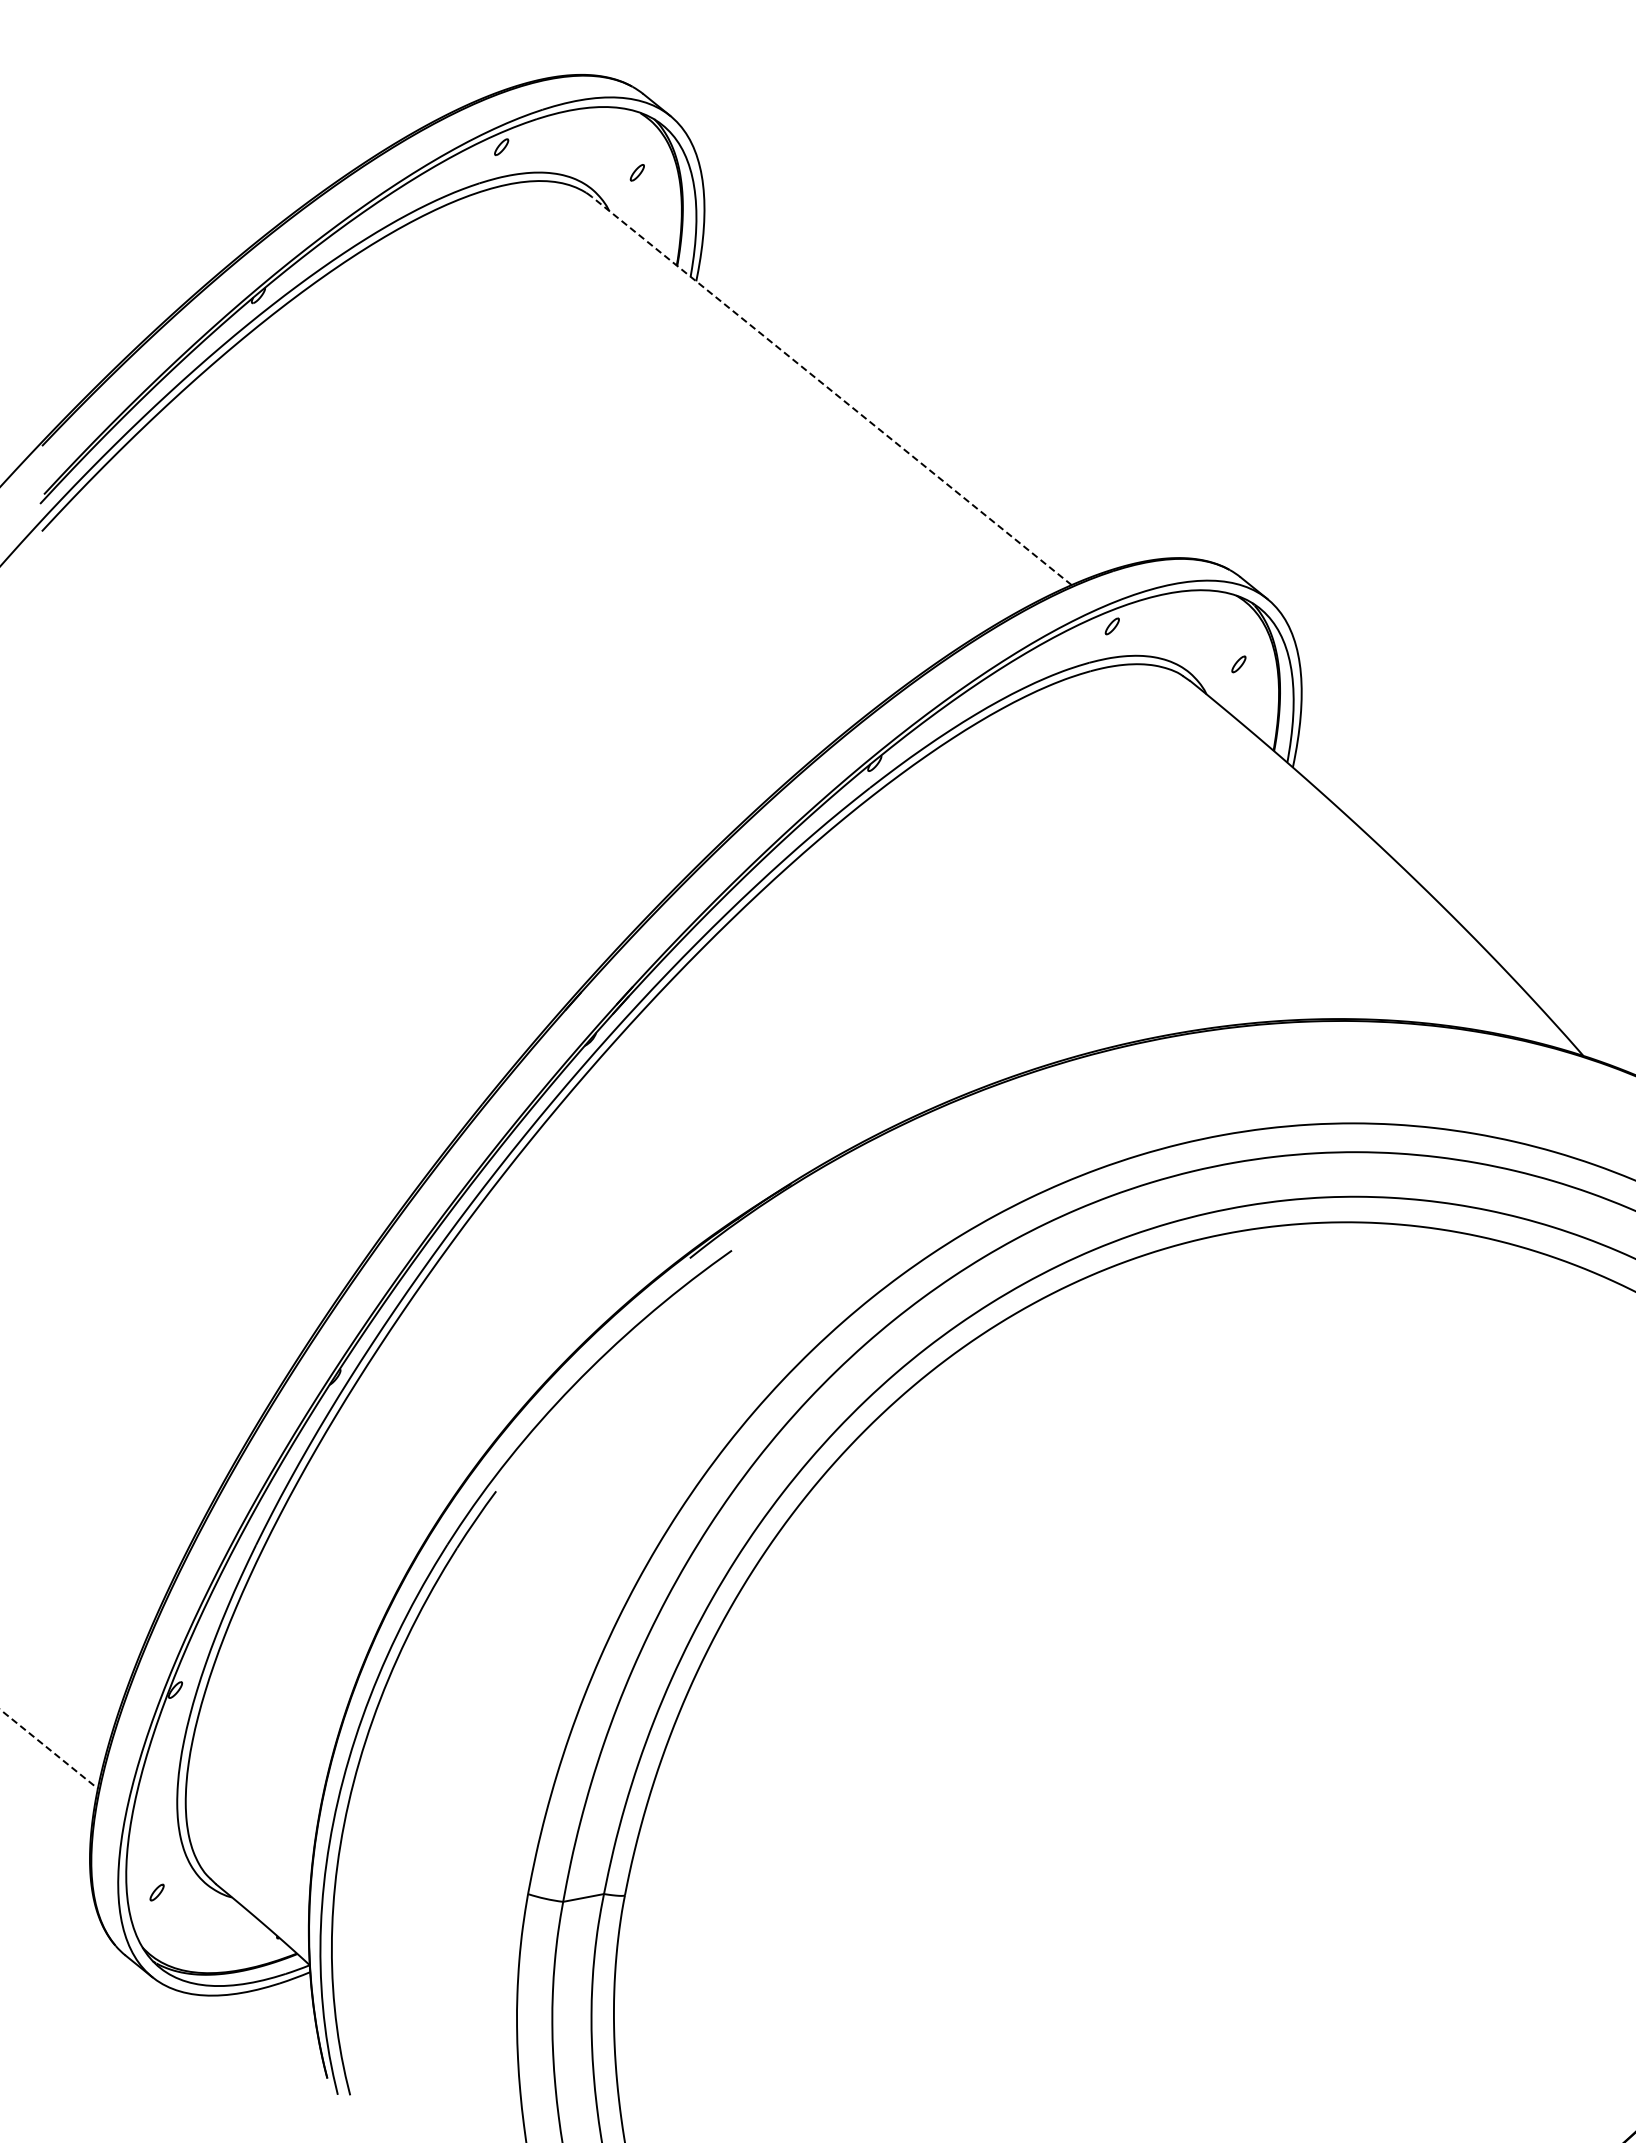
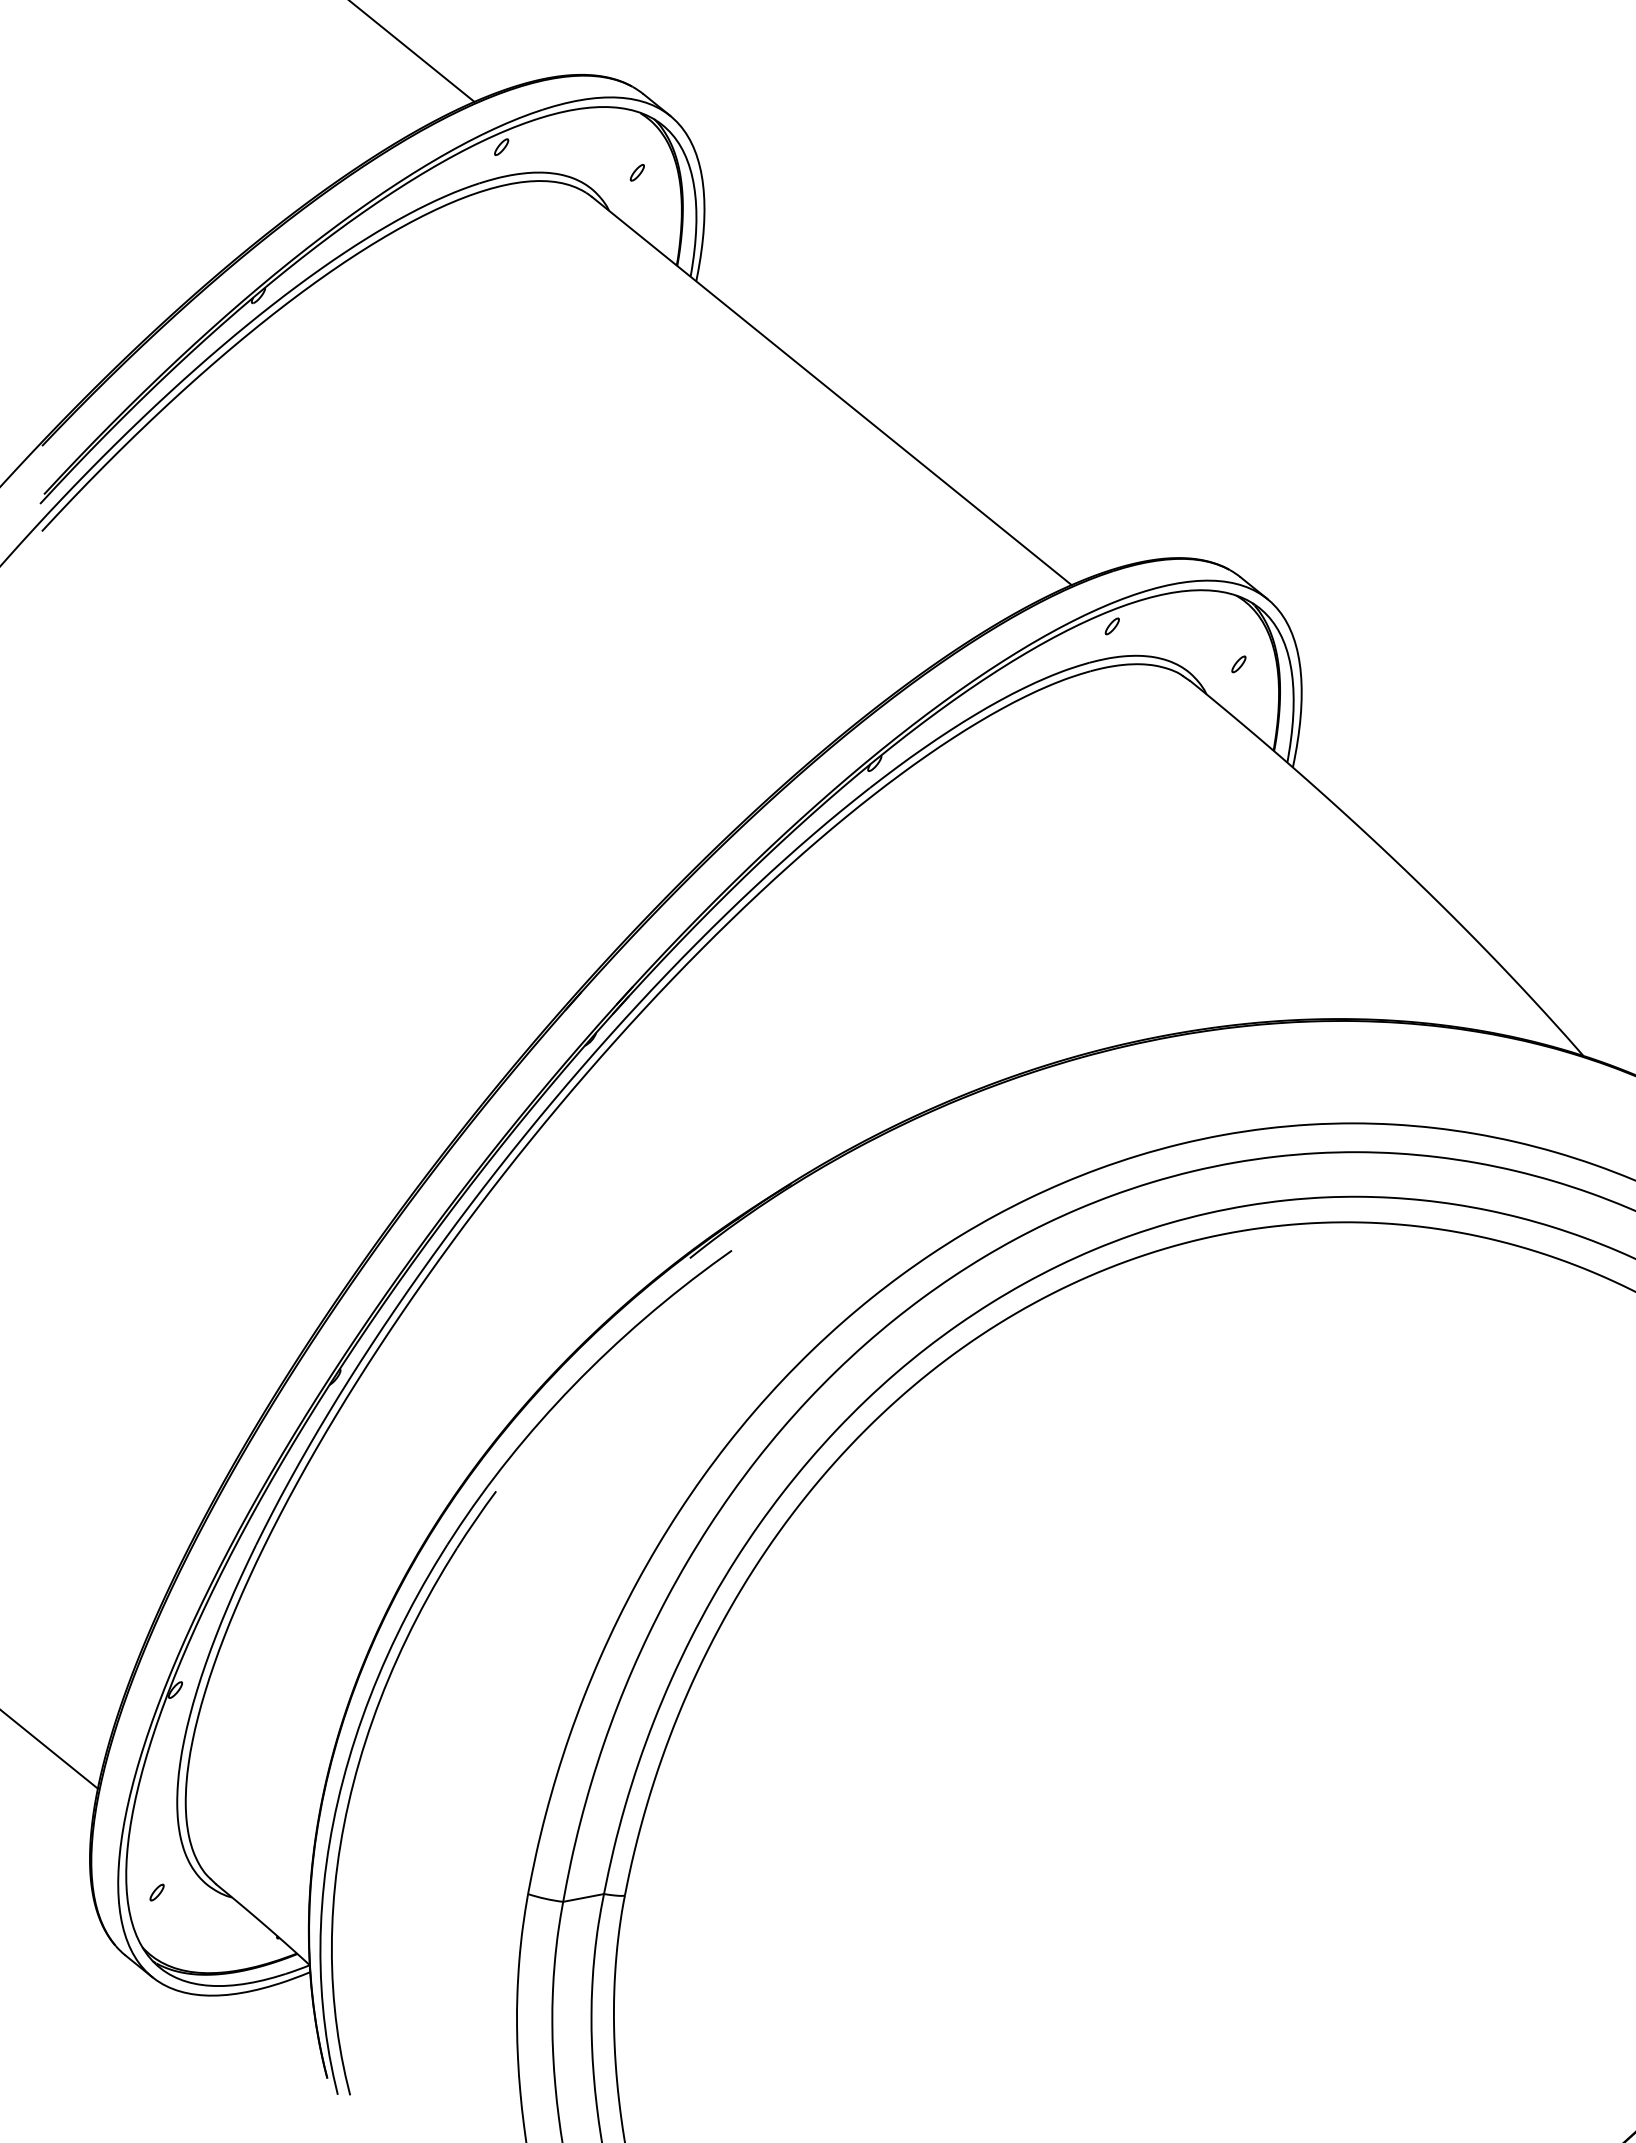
line at (412, 51): none -> present
line at (831, 390): dashed -> solid
line at (49, 1749): dashed -> solid
